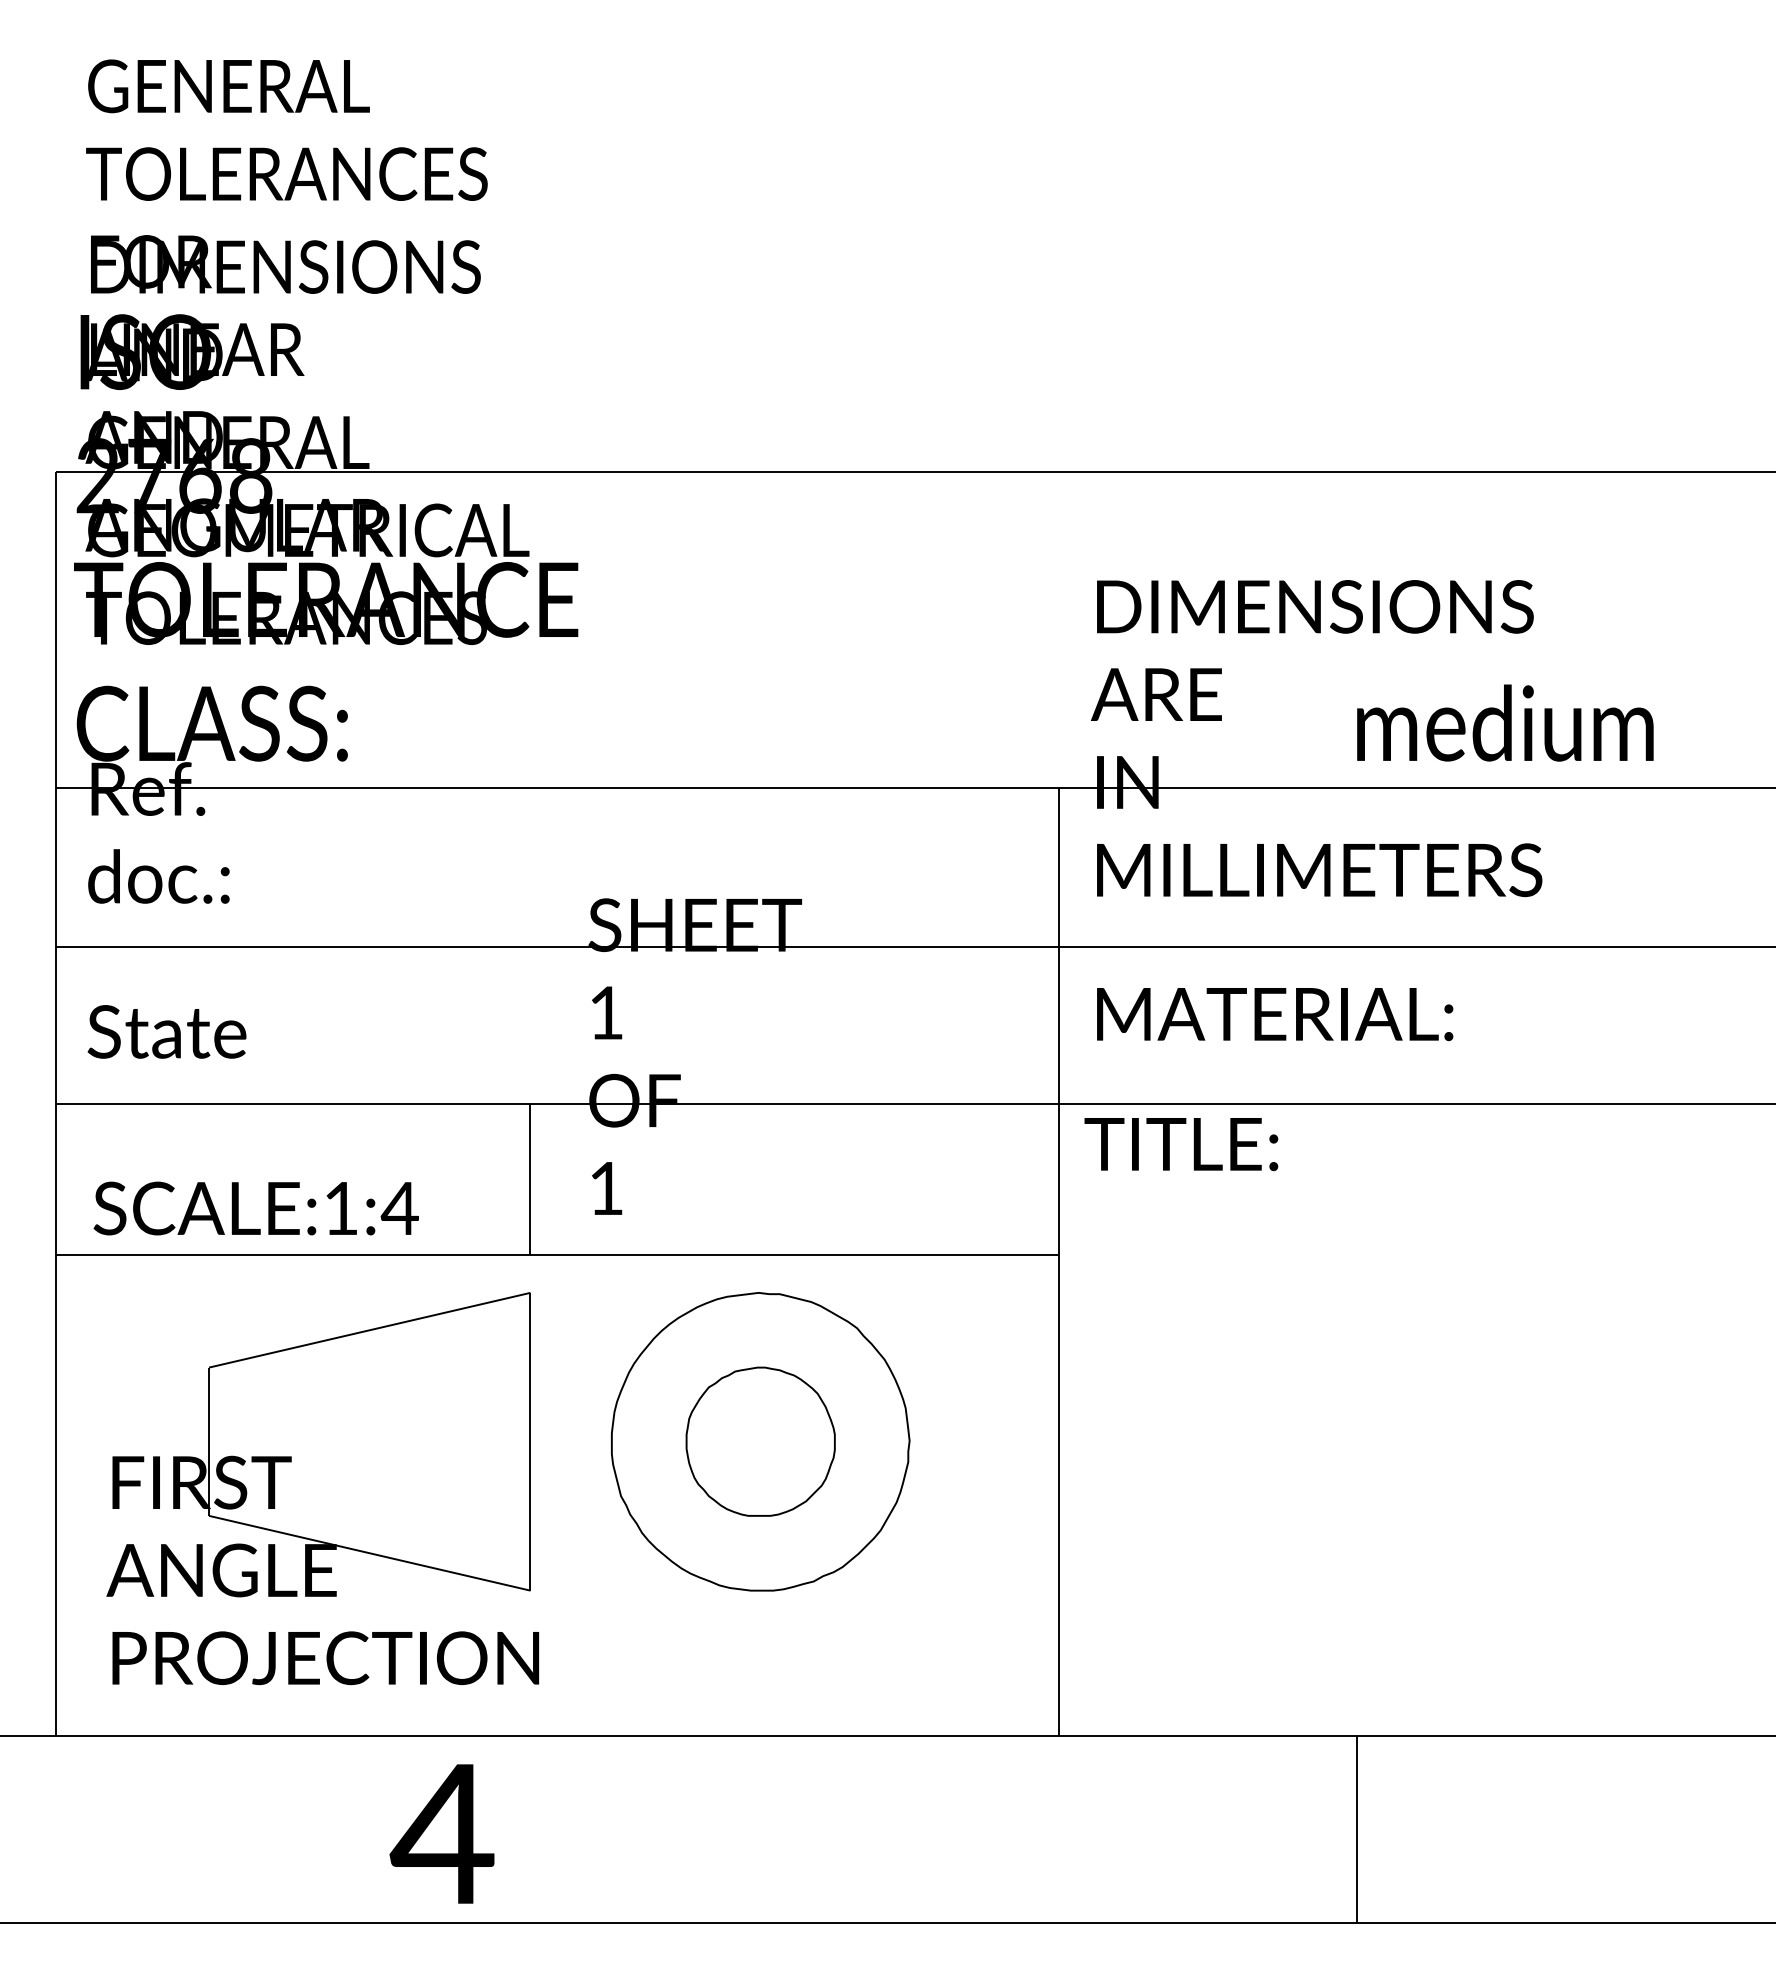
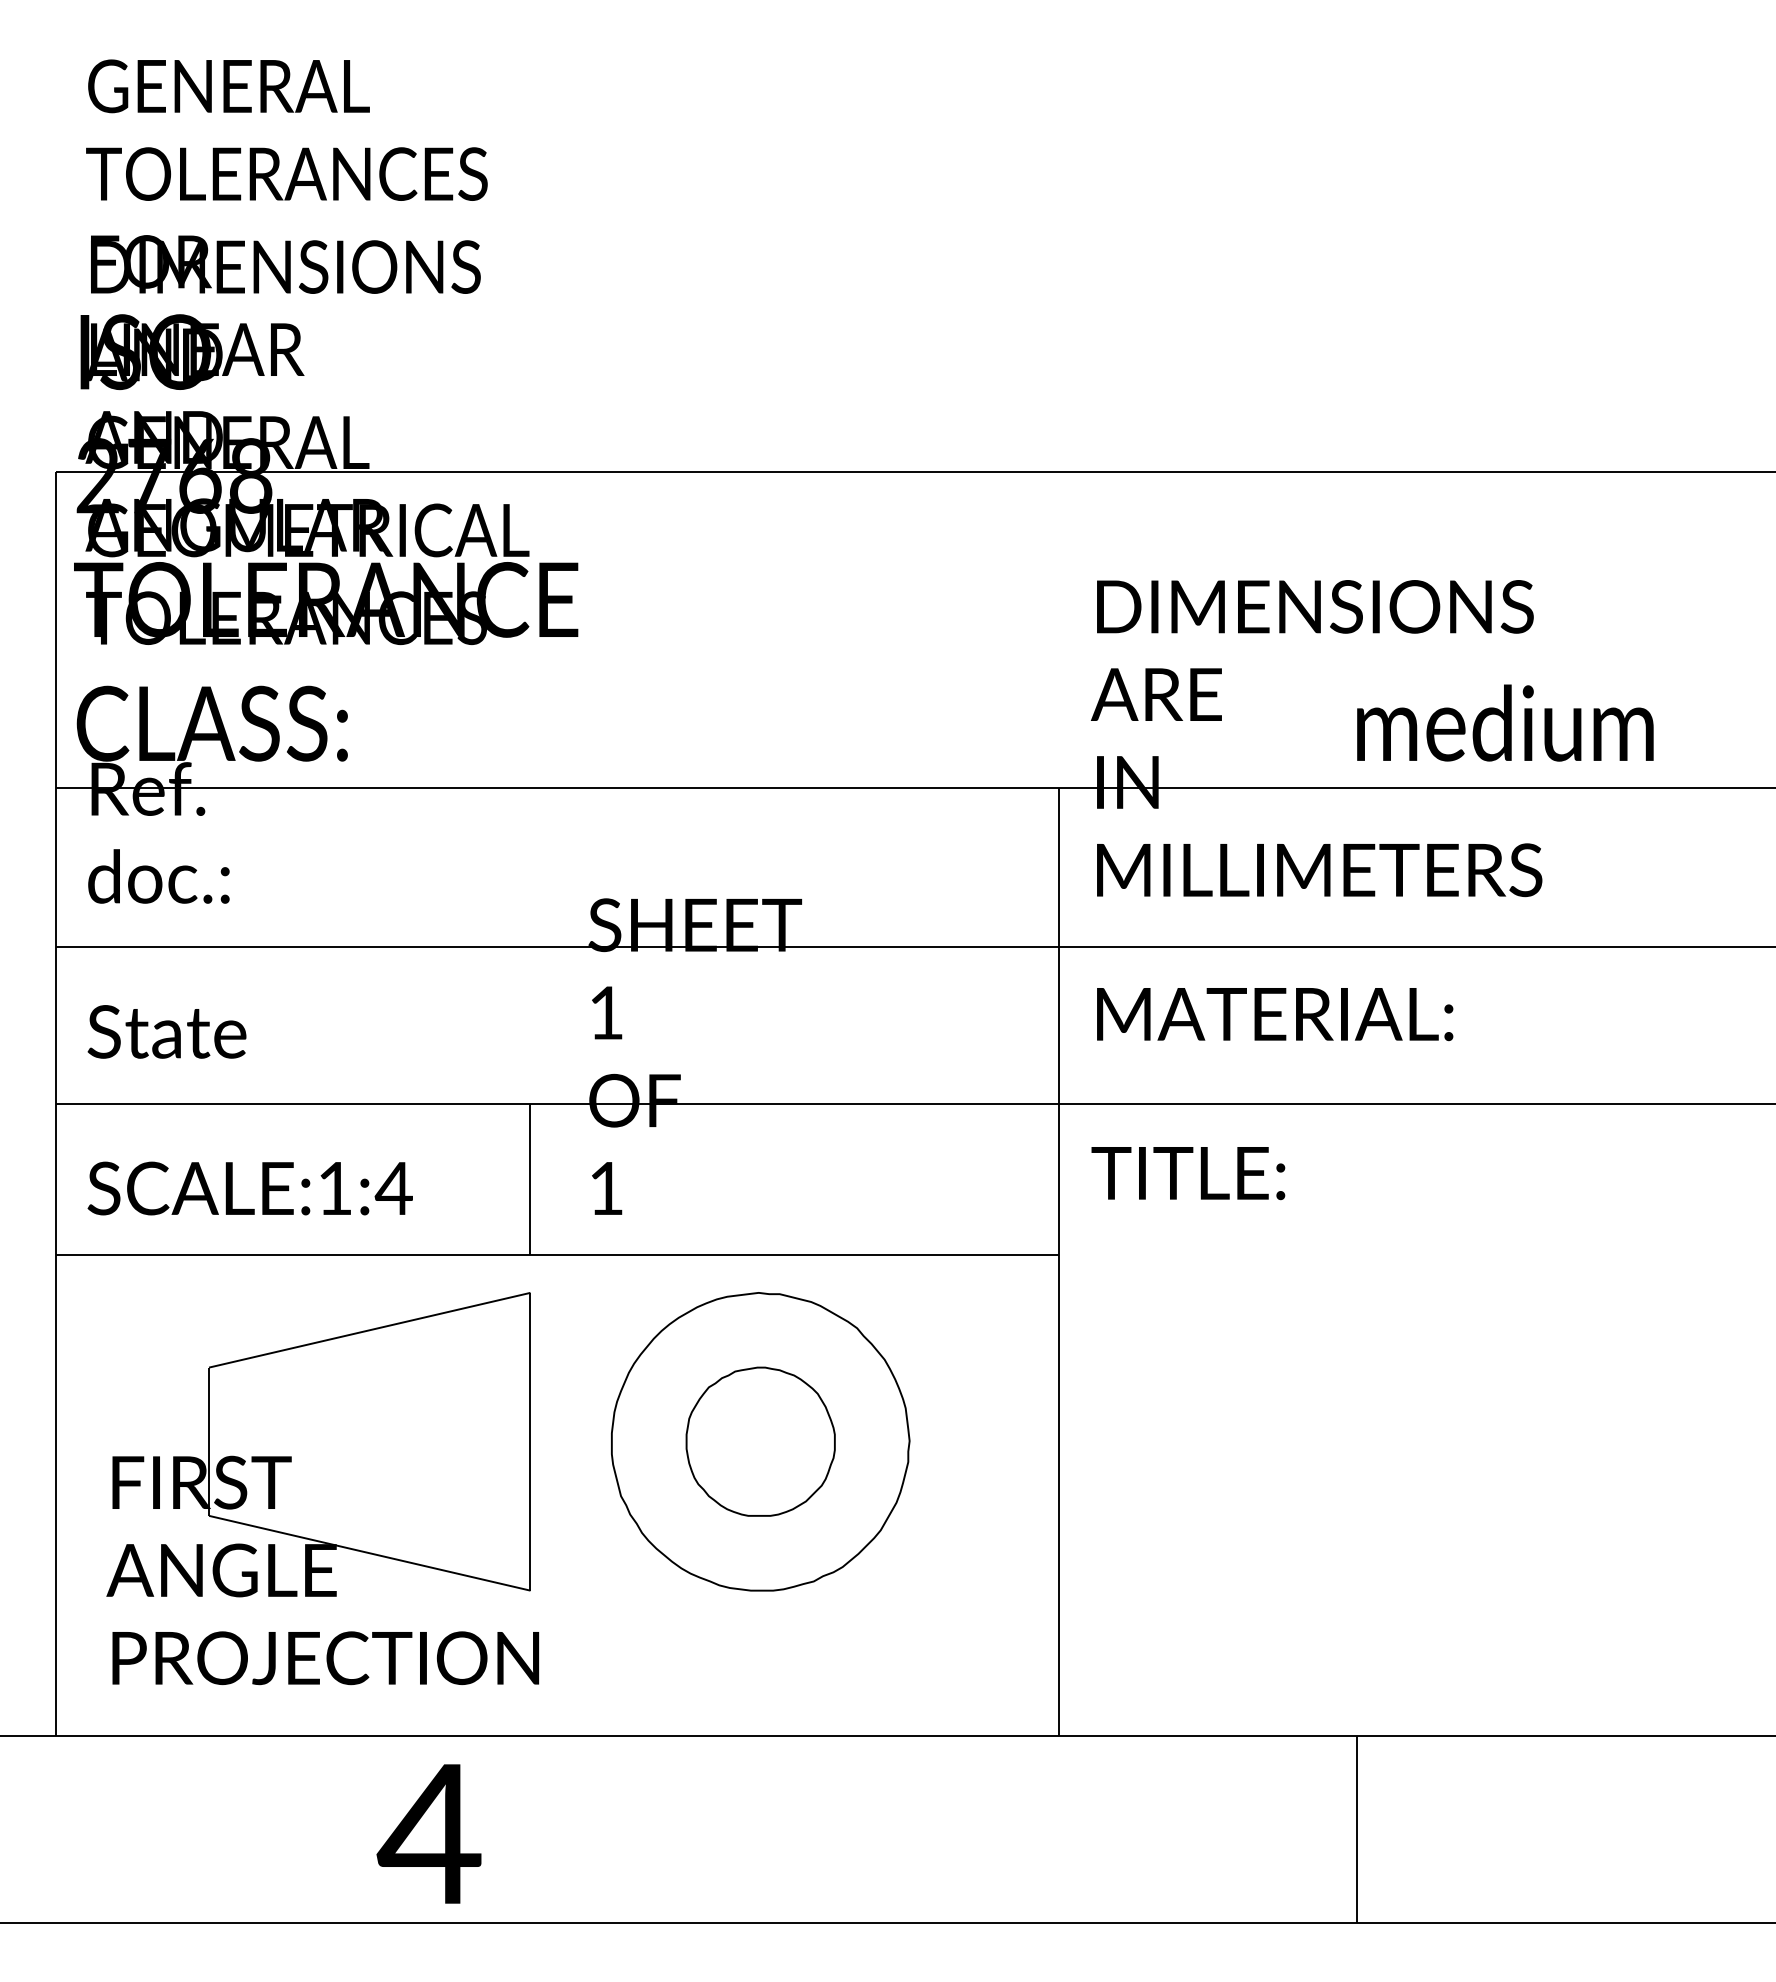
text at (1181, 1144) position: (1181, 1144) -> (1188, 1173)
text at (255, 1208) position: (255, 1208) -> (249, 1188)
text at (441, 1833) position: (441, 1833) -> (428, 1833)
